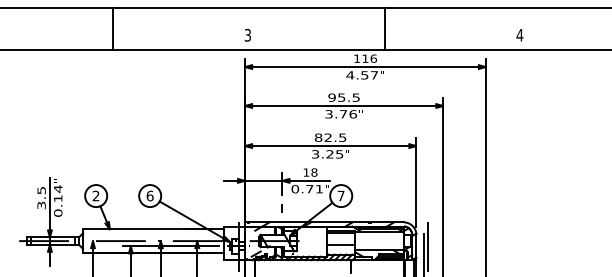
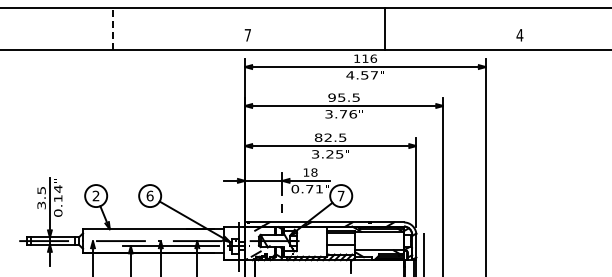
line at (113, 29): solid -> dashed
text at (247, 34): 3 -> 7
line at (427, 247): present -> none
